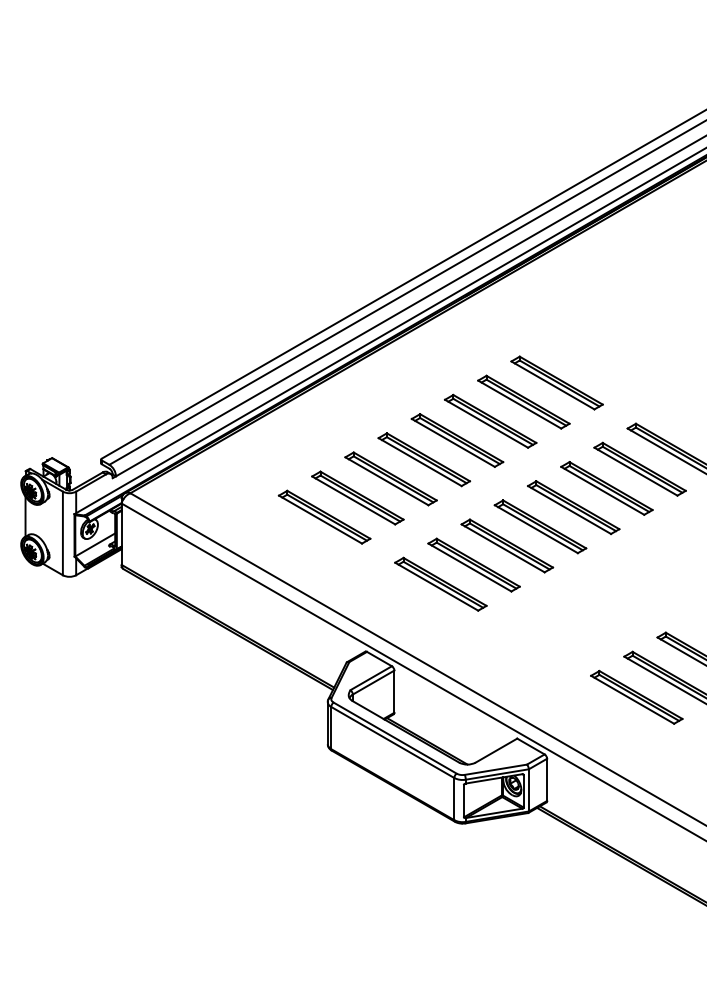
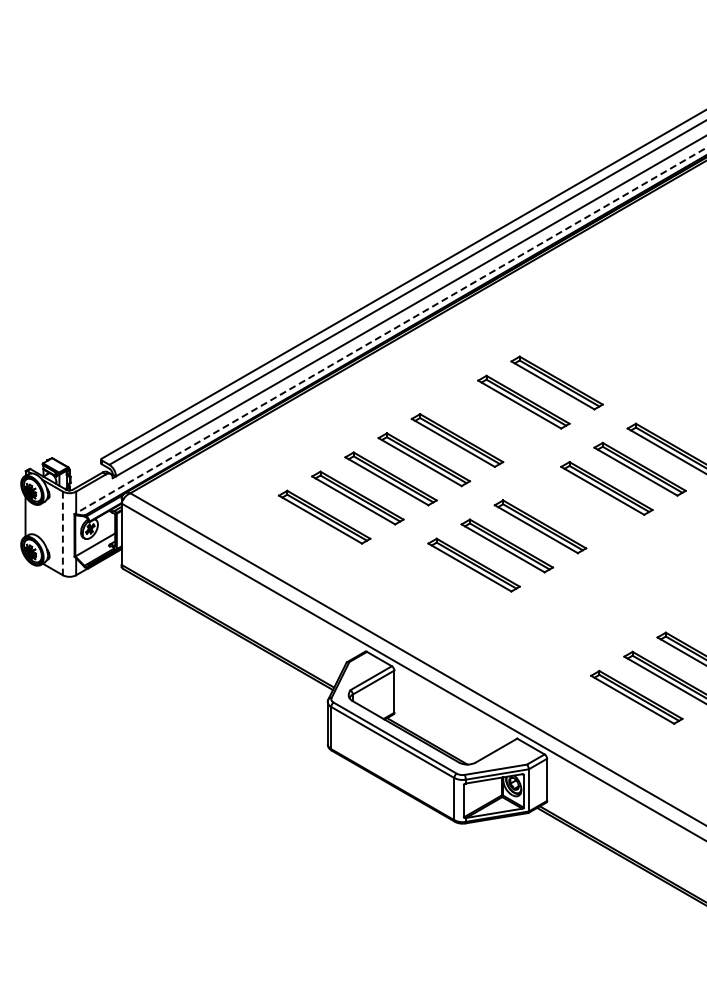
line at (390, 331): solid -> dashed
part at (490, 420): present -> none
part at (573, 507): present -> none
line at (62, 533): solid -> dashed
part at (440, 583): present -> none
